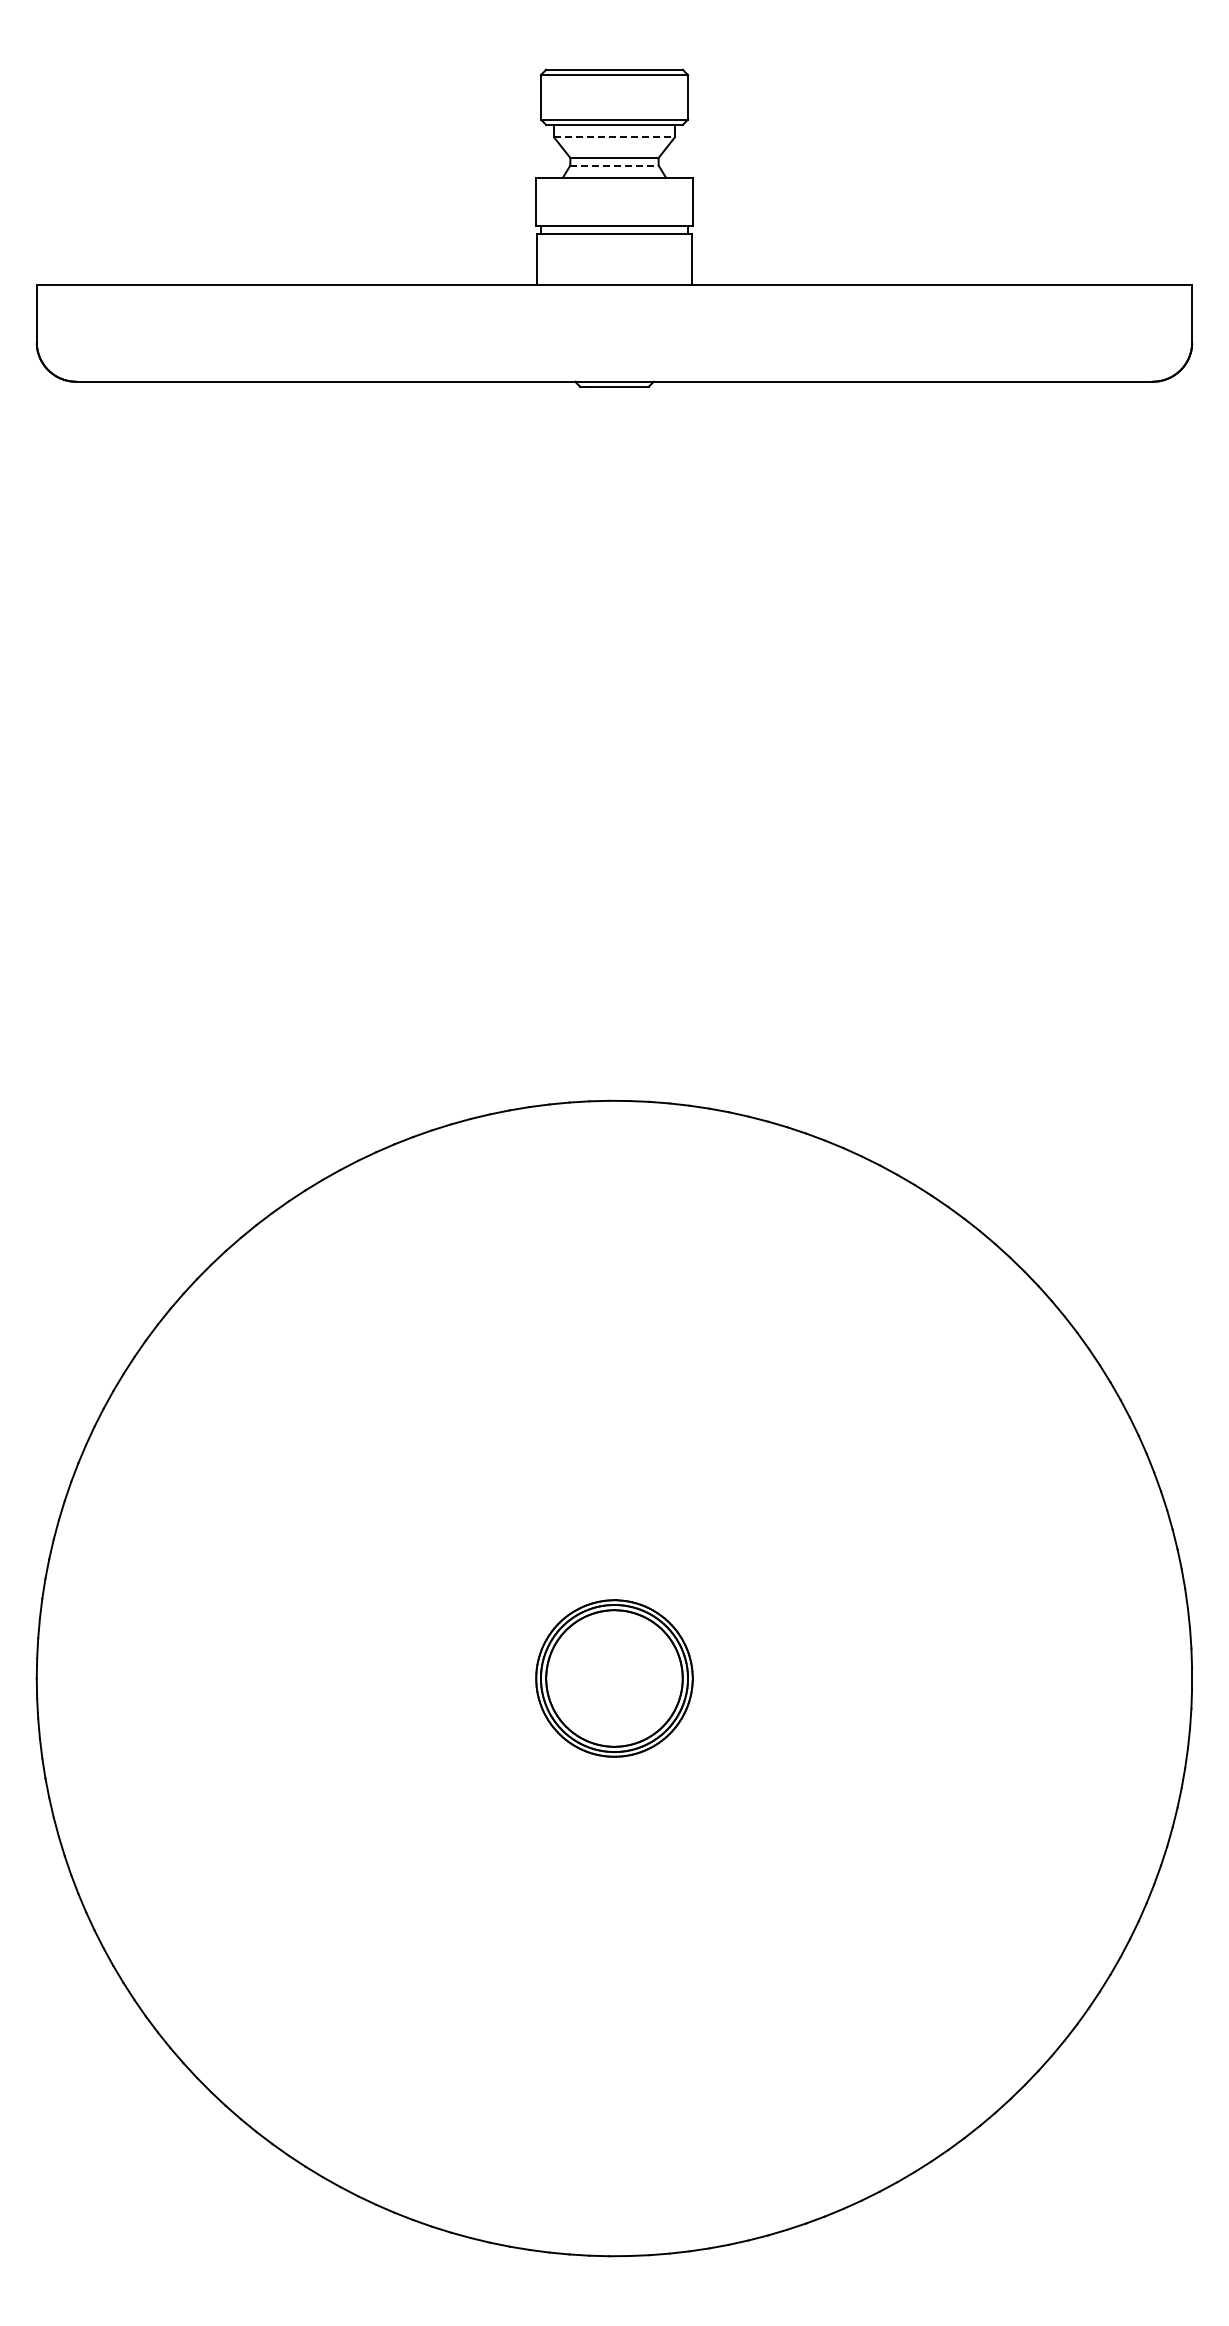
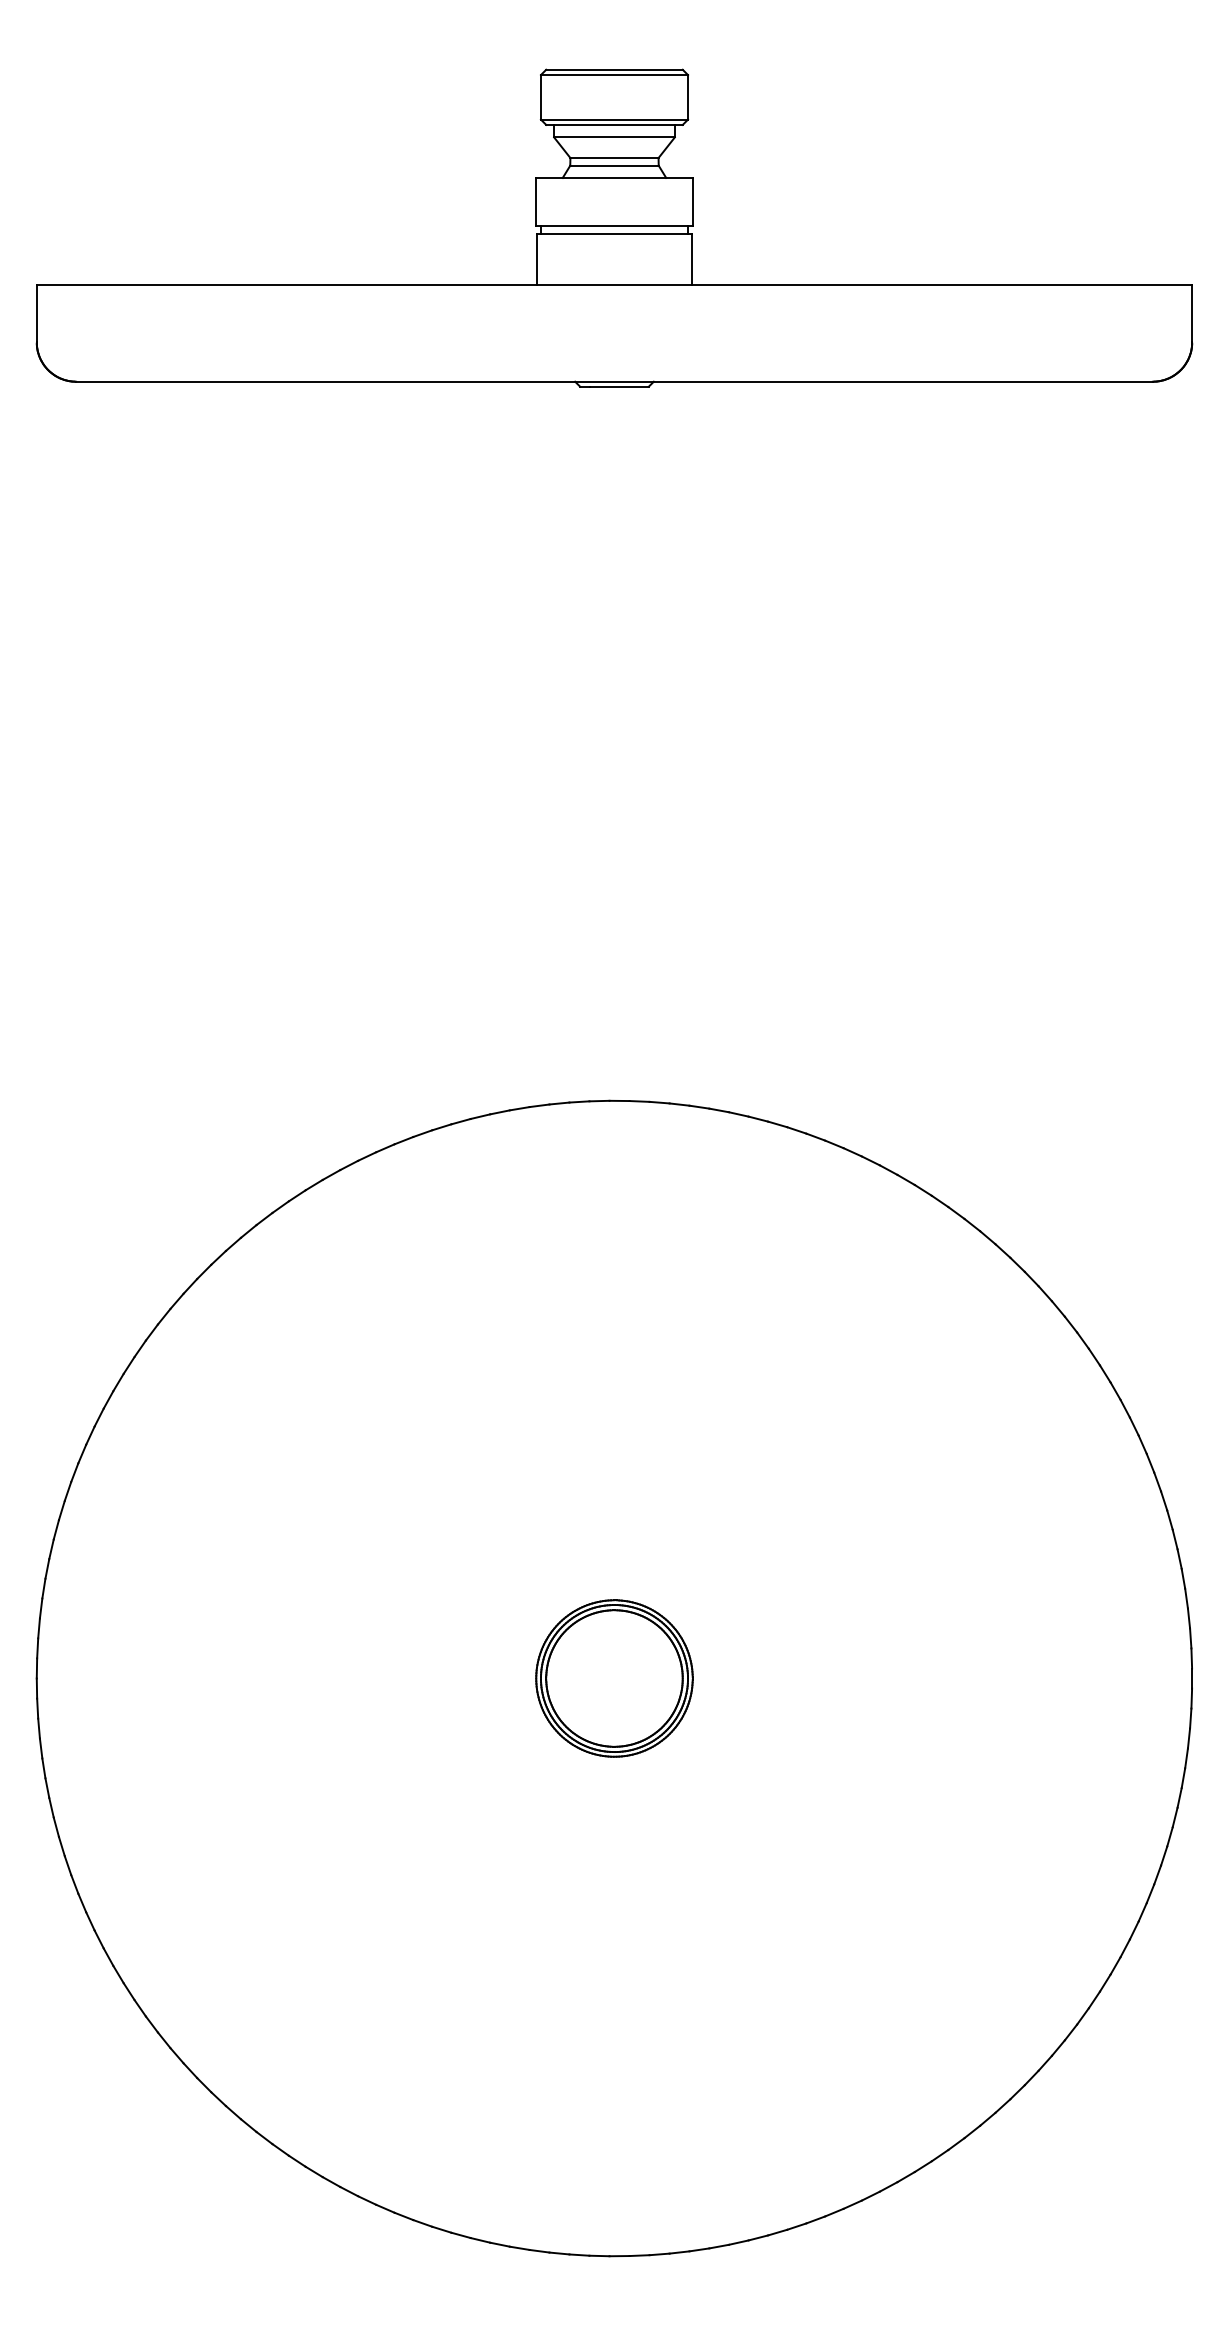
line at (614, 137): dashed -> solid
line at (614, 165): dashed -> solid
